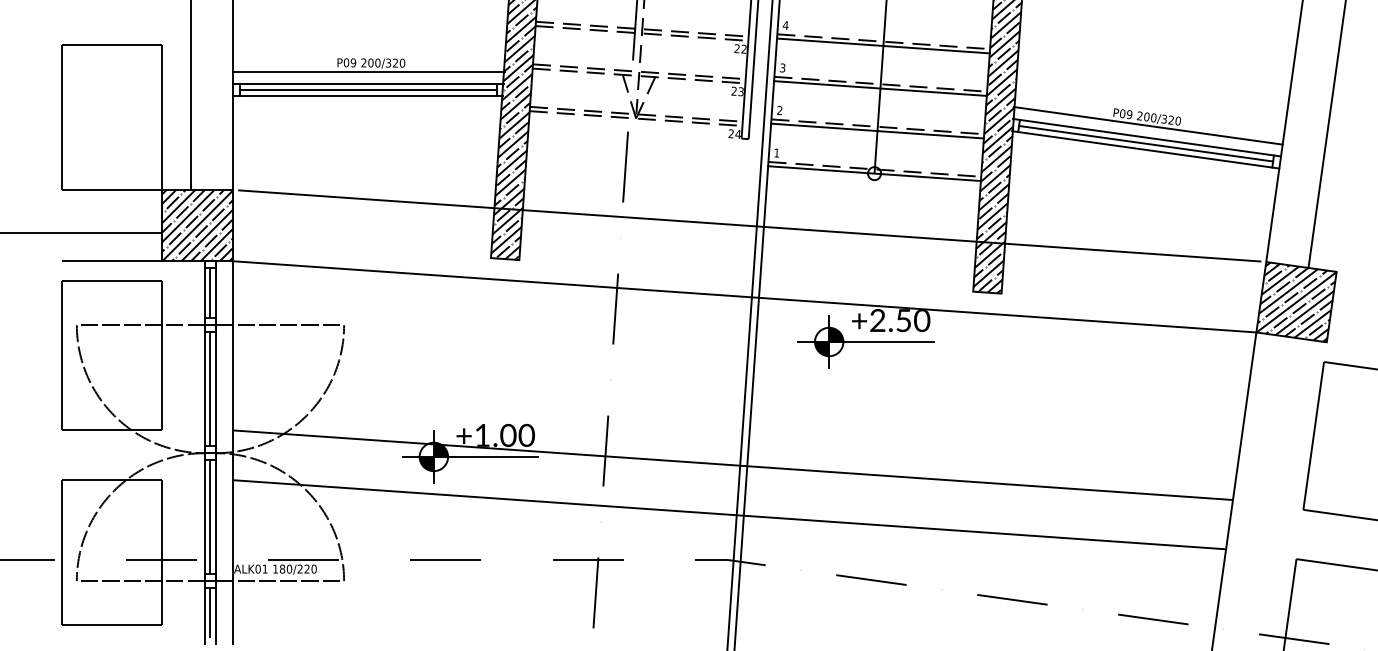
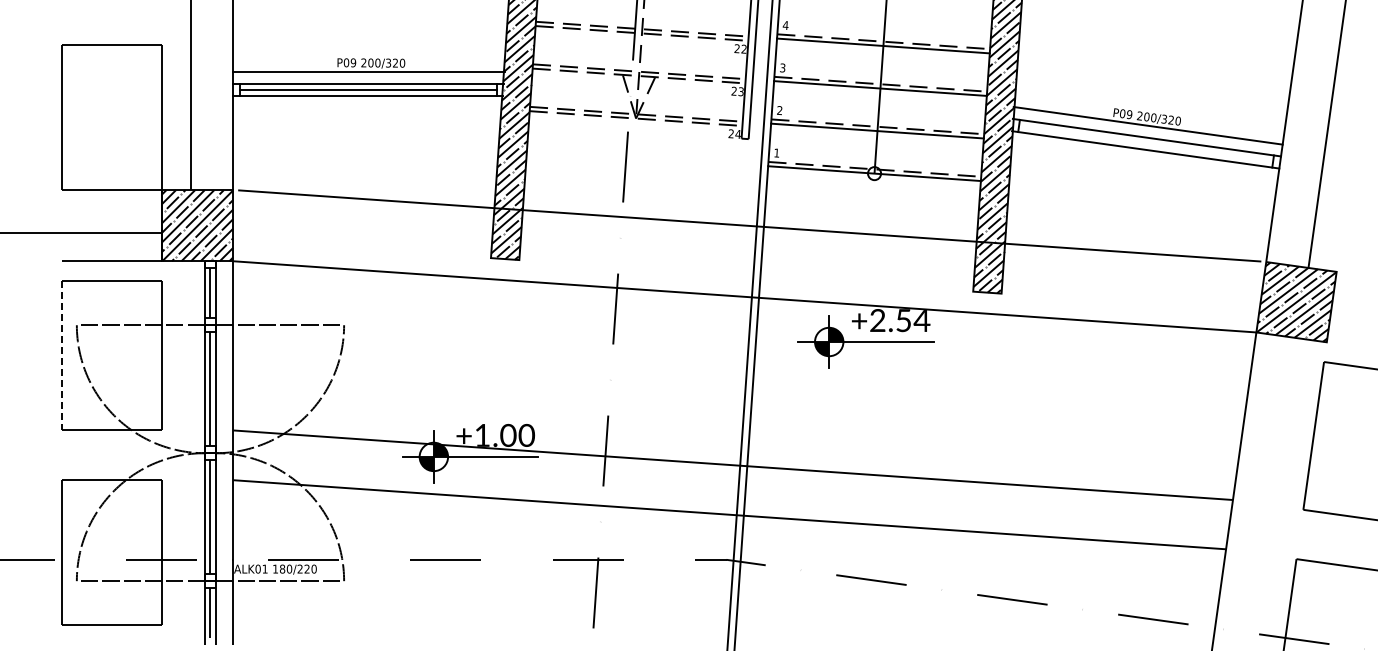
line at (1146, 143): present -> none
text at (921, 321): +2.50 -> +2.54
line at (61, 355): solid -> dashed
